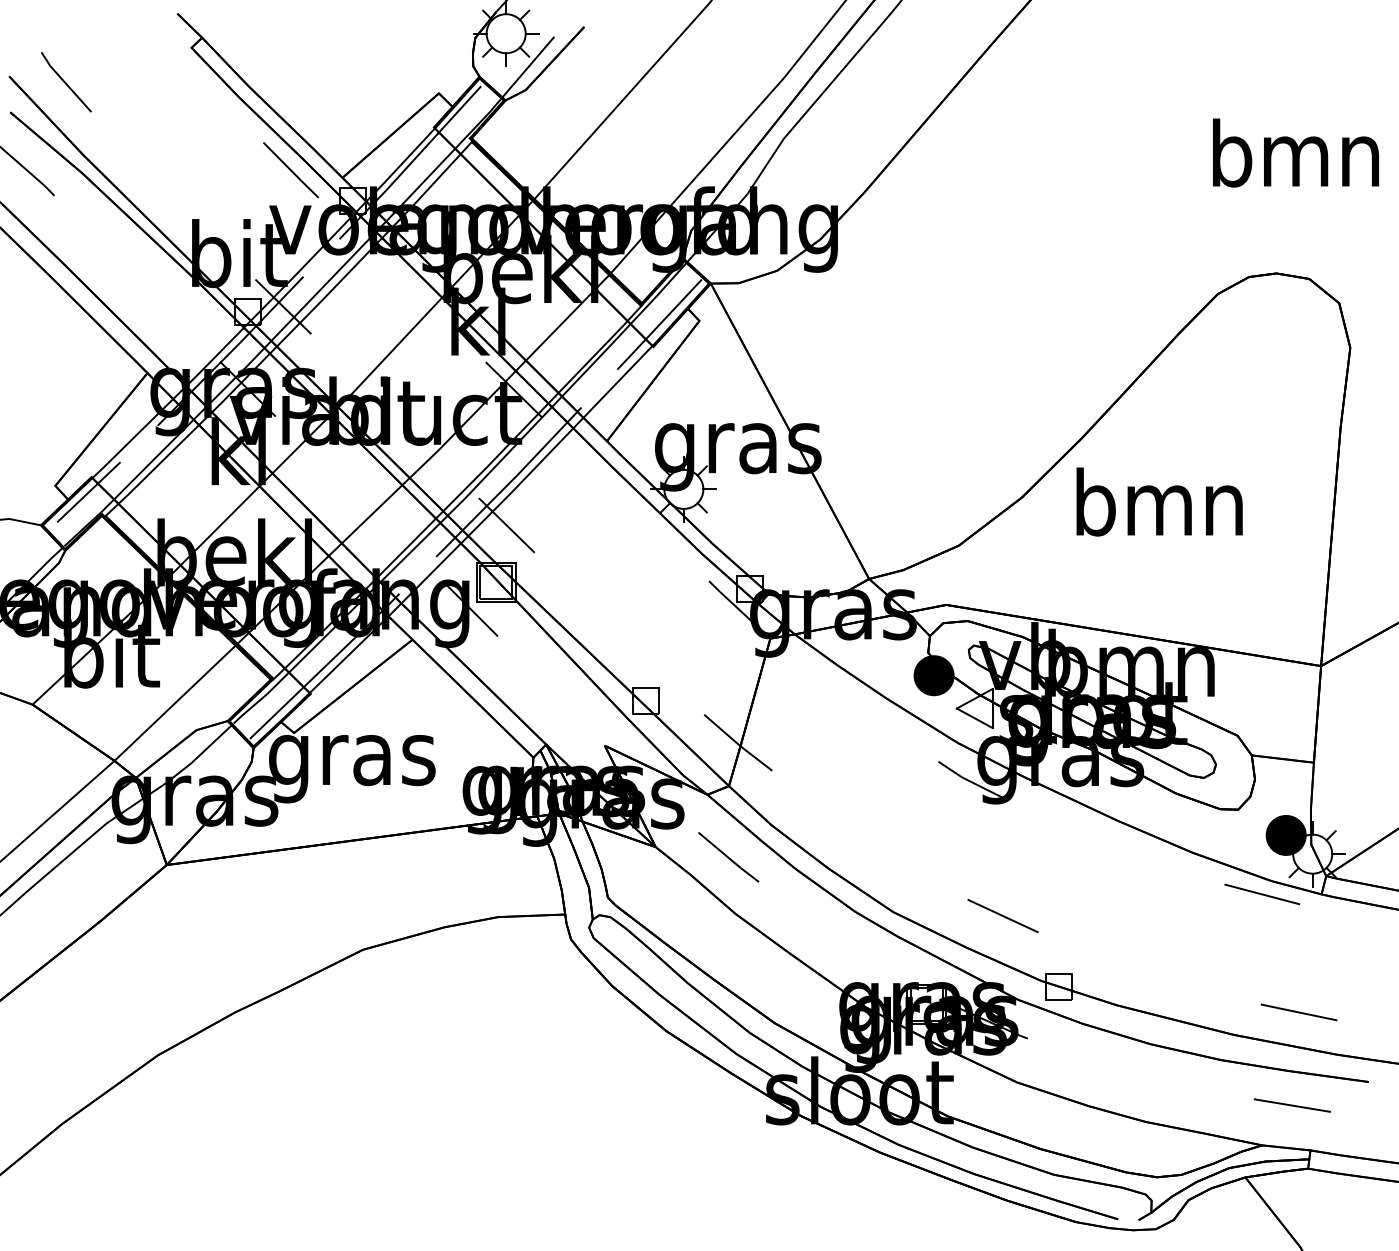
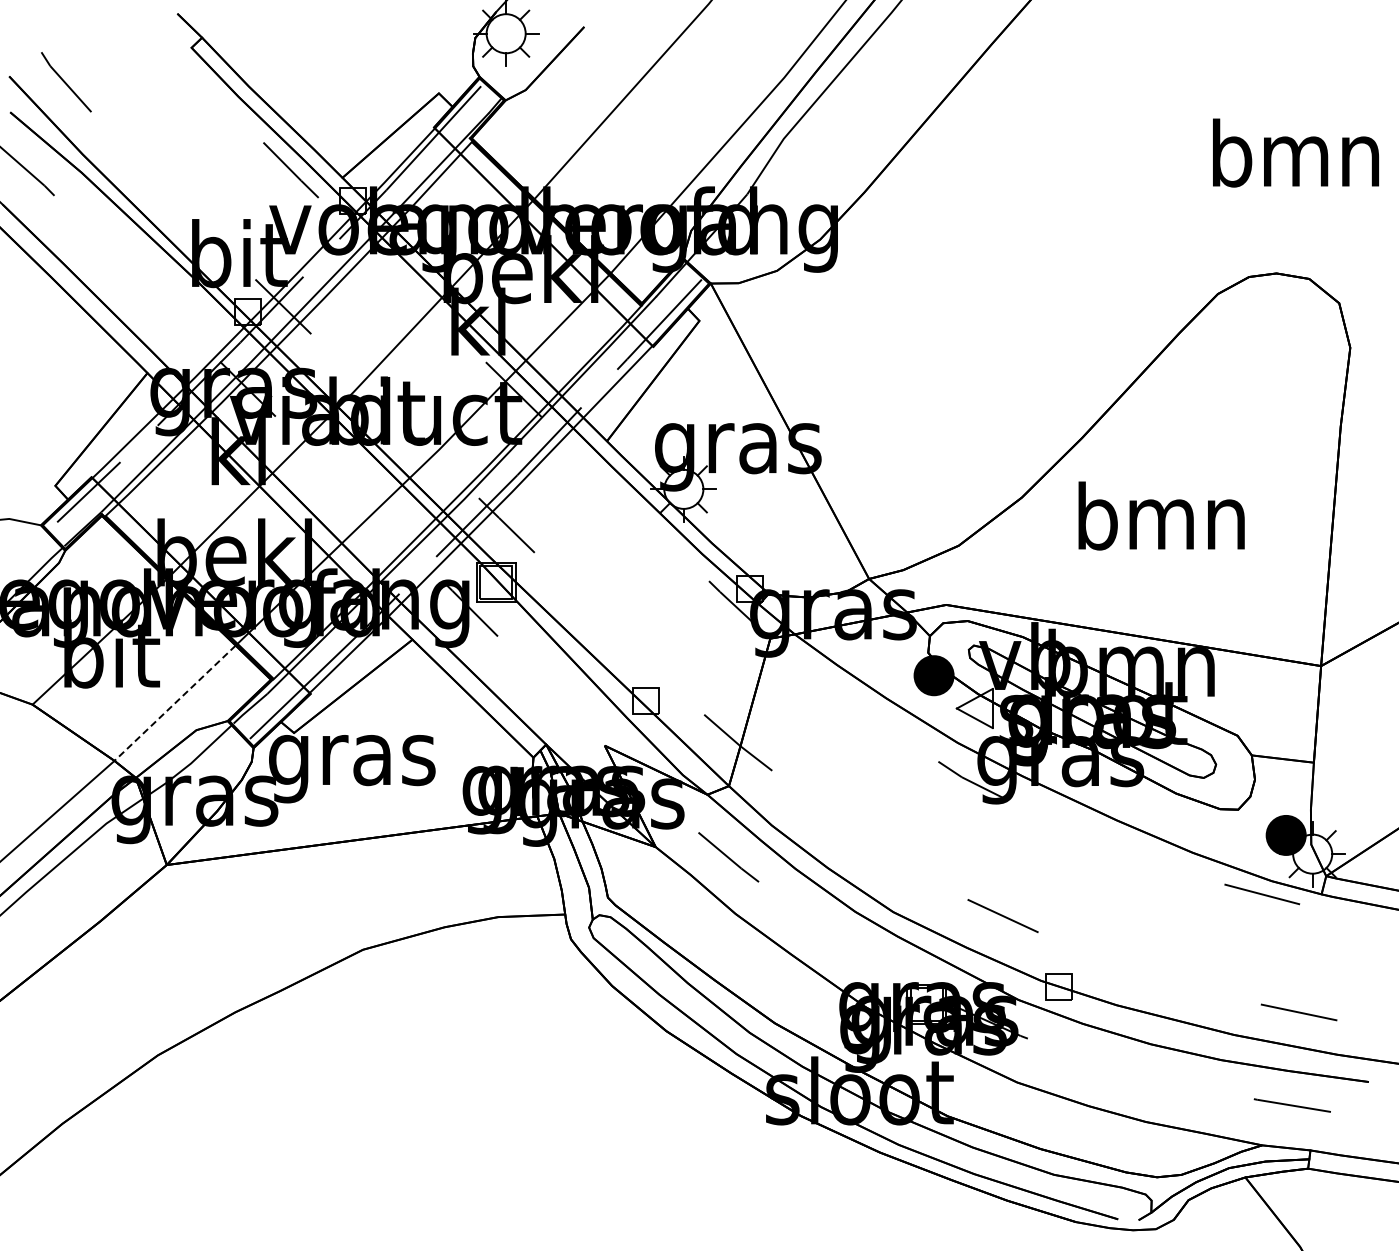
line at (527, 67): present -> none
text at (1159, 501) position: (1159, 501) -> (1161, 515)
line at (175, 703): solid -> dashed
